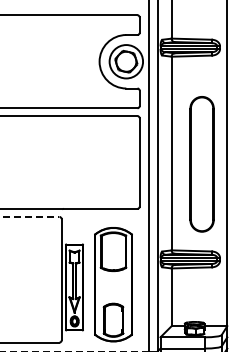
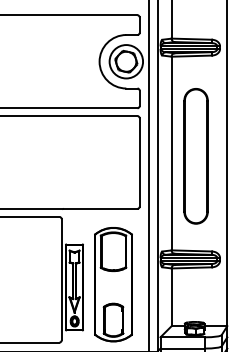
part at (201, 164) position: (201, 164) -> (195, 156)
line at (30, 216): dashed -> solid
line at (74, 351): dashed -> solid
